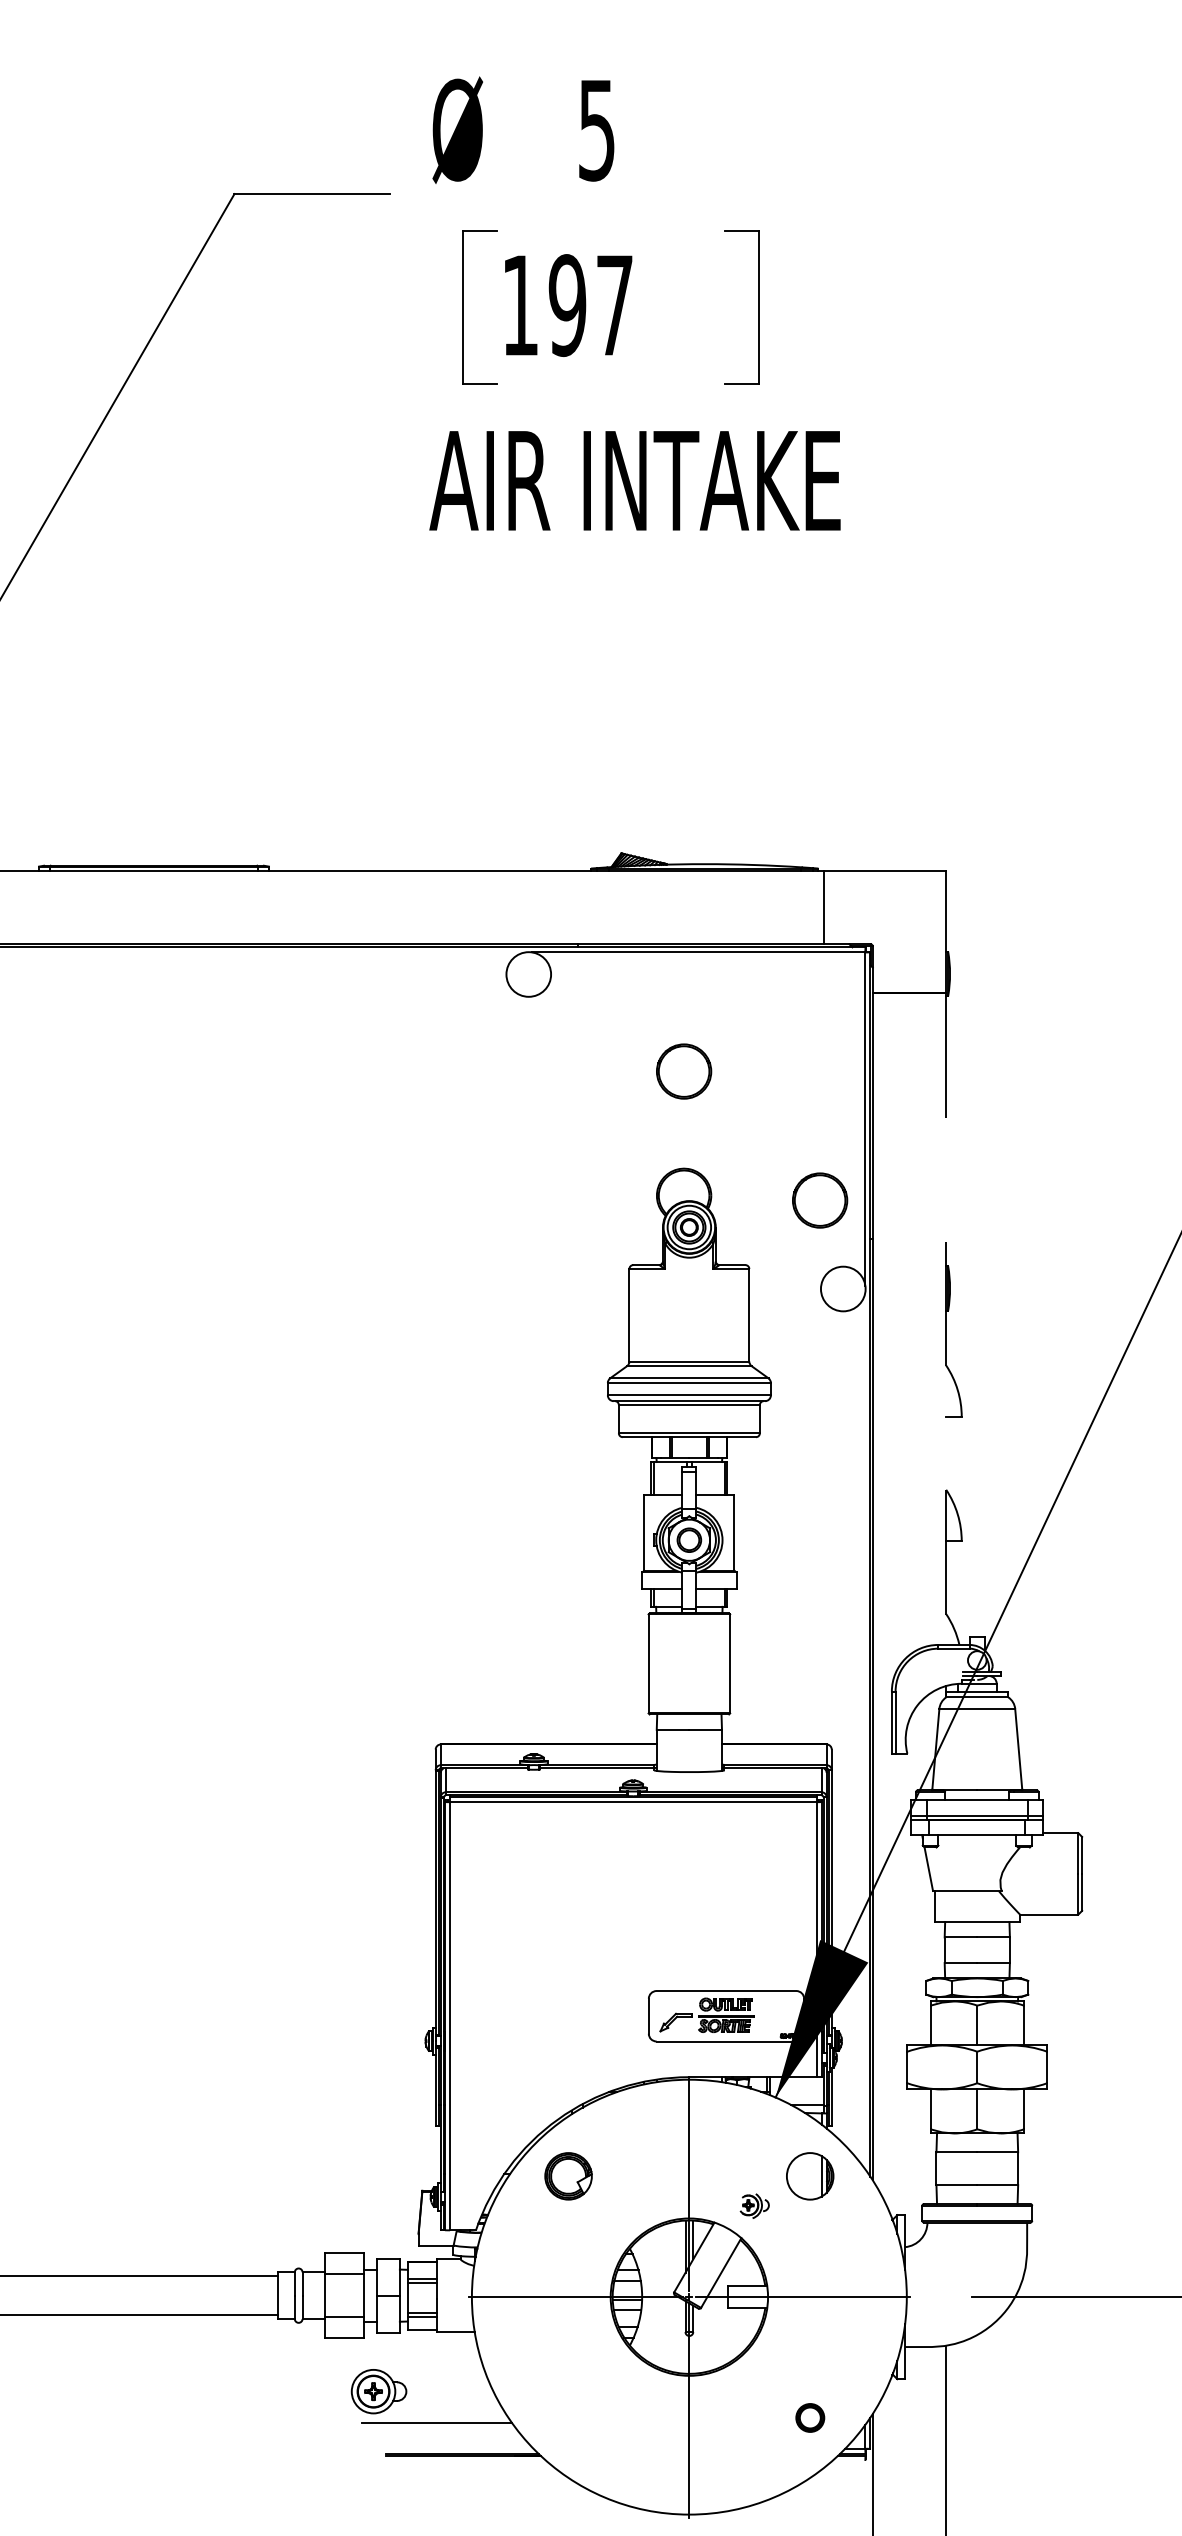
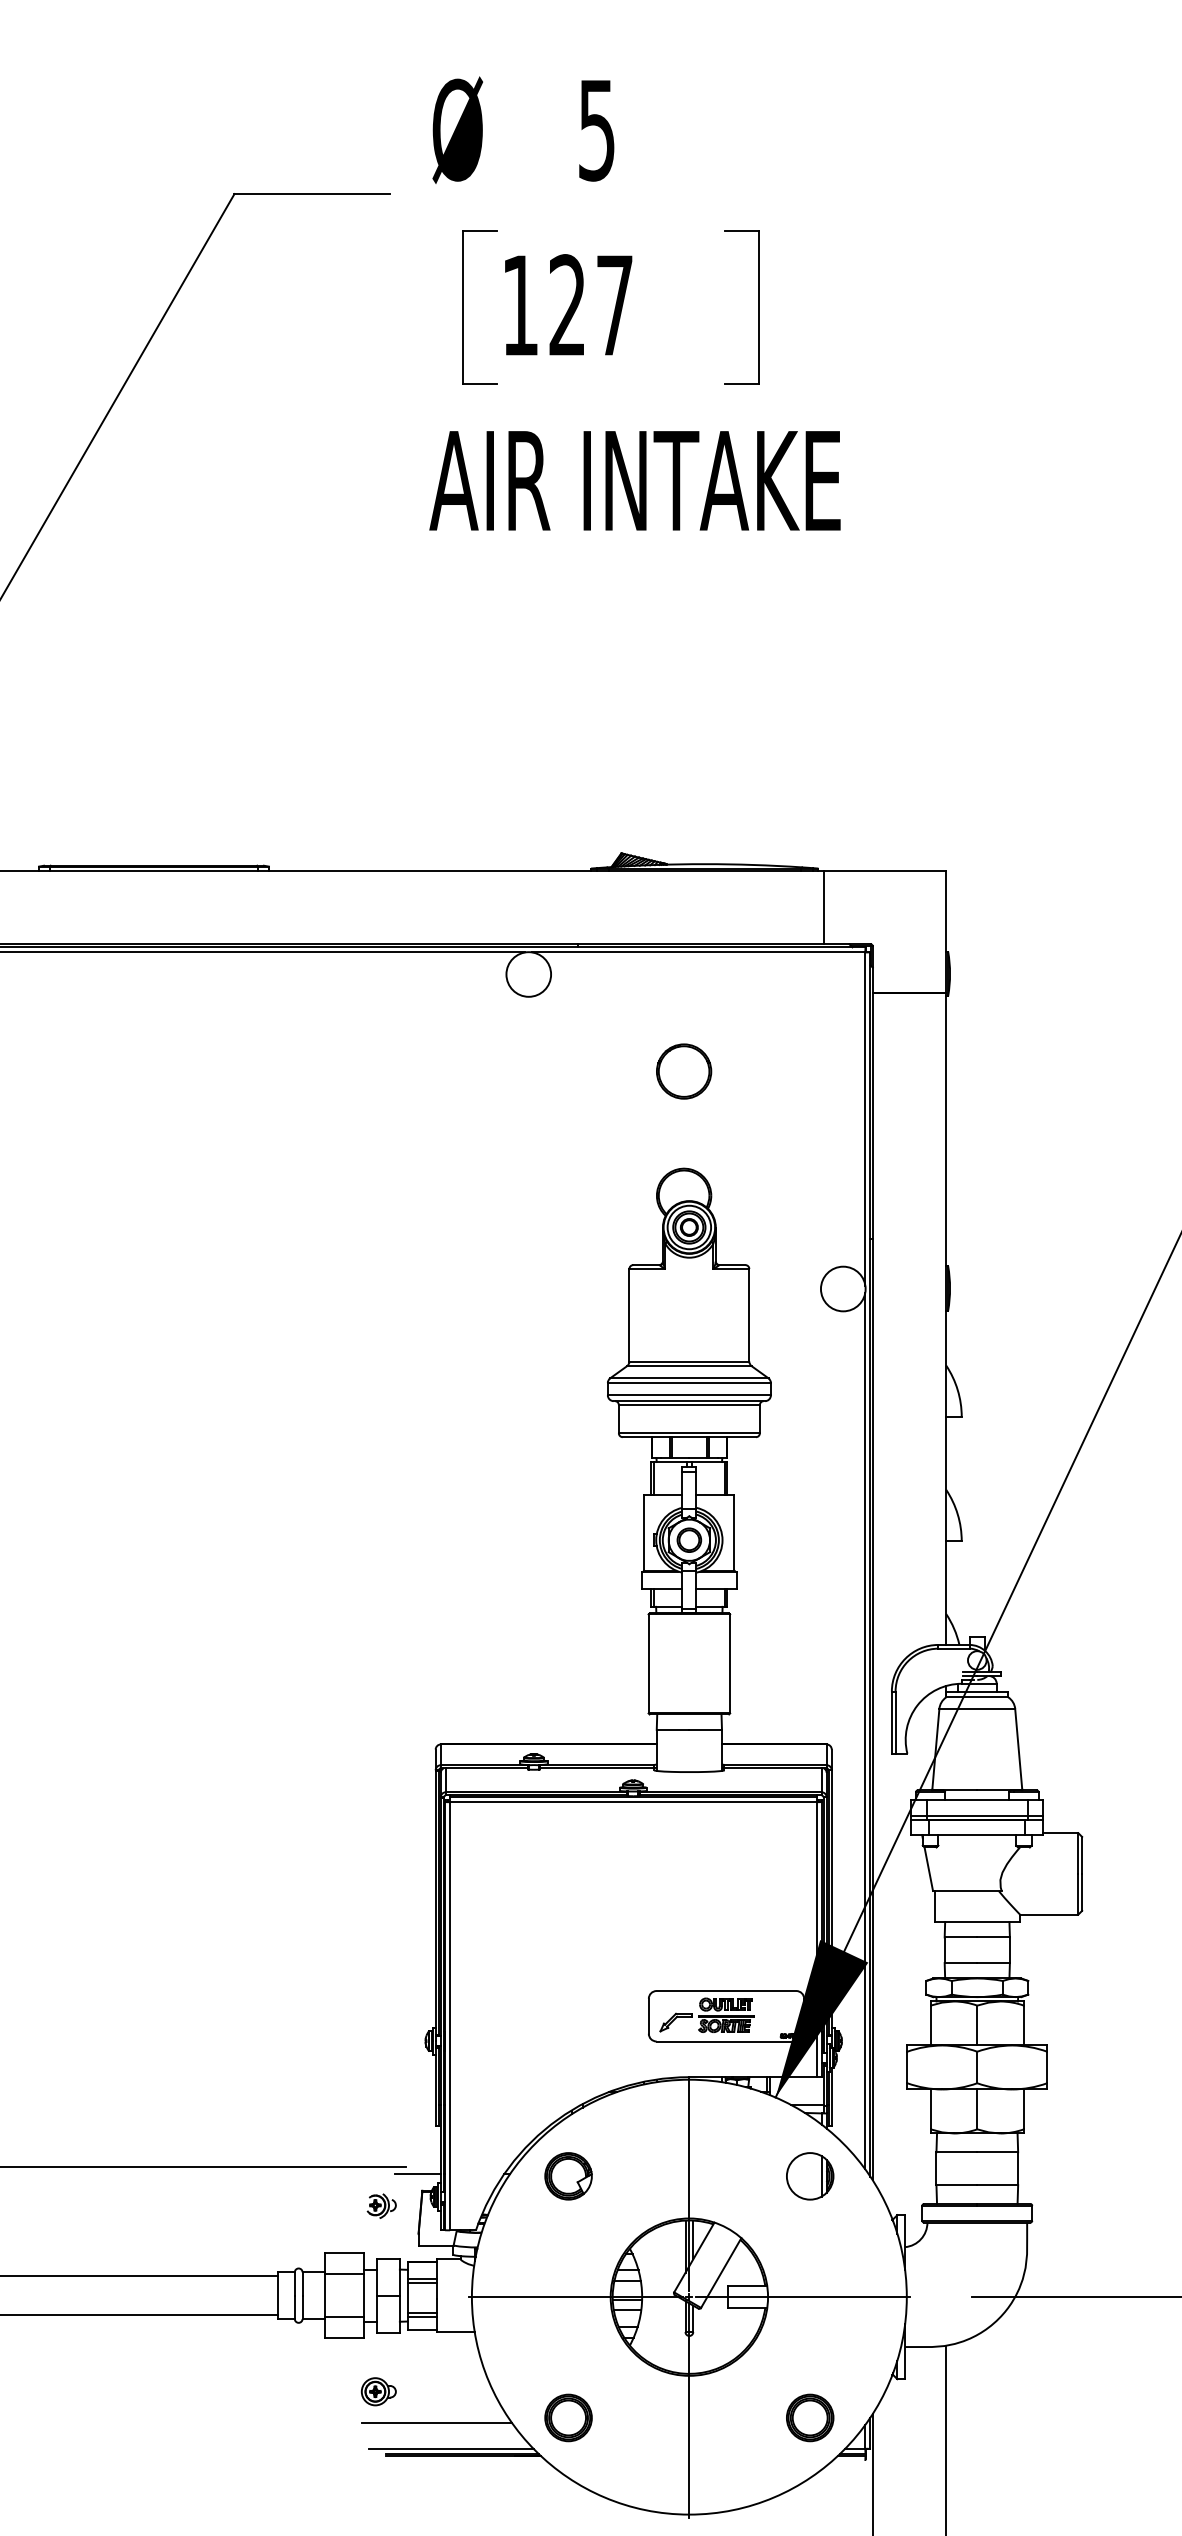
text at (567, 305): 197 -> 127
line at (263, 952): none -> present
part at (820, 1200): present -> none
line at (946, 1319): dashed -> solid
line at (865, 1730): none -> present
line at (203, 2166): none -> present
line at (417, 2174): none -> present
part at (754, 2205) position: (754, 2205) -> (381, 2205)
part at (378, 2391) size: 58x46 px -> 37x30 px
part at (568, 2417): none -> present
part at (810, 2417) size: 31x30 px -> 49x50 px
line at (451, 2448): none -> present
